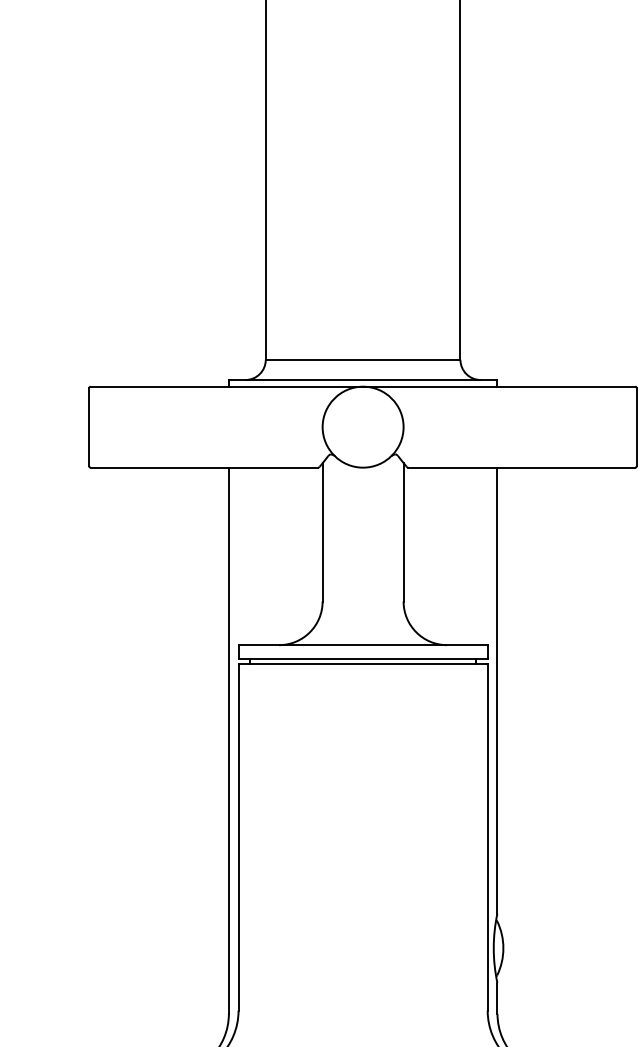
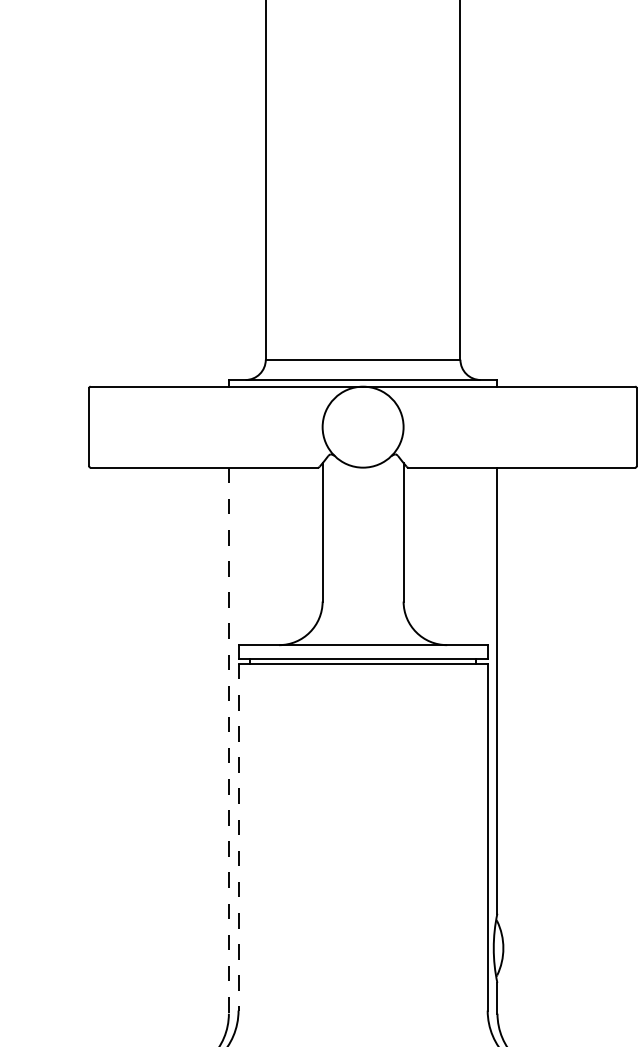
line at (228, 741): solid -> dashed
line at (238, 837): solid -> dashed
